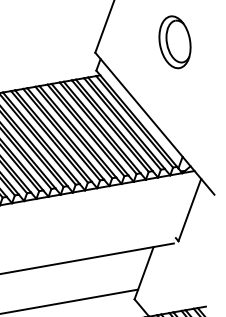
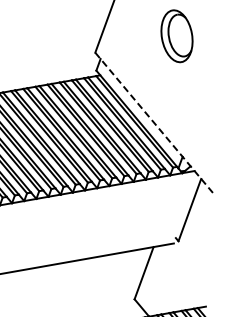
part at (174, 42) position: (174, 42) -> (176, 36)
line at (154, 123): solid -> dashed
line at (70, 301): present -> none
